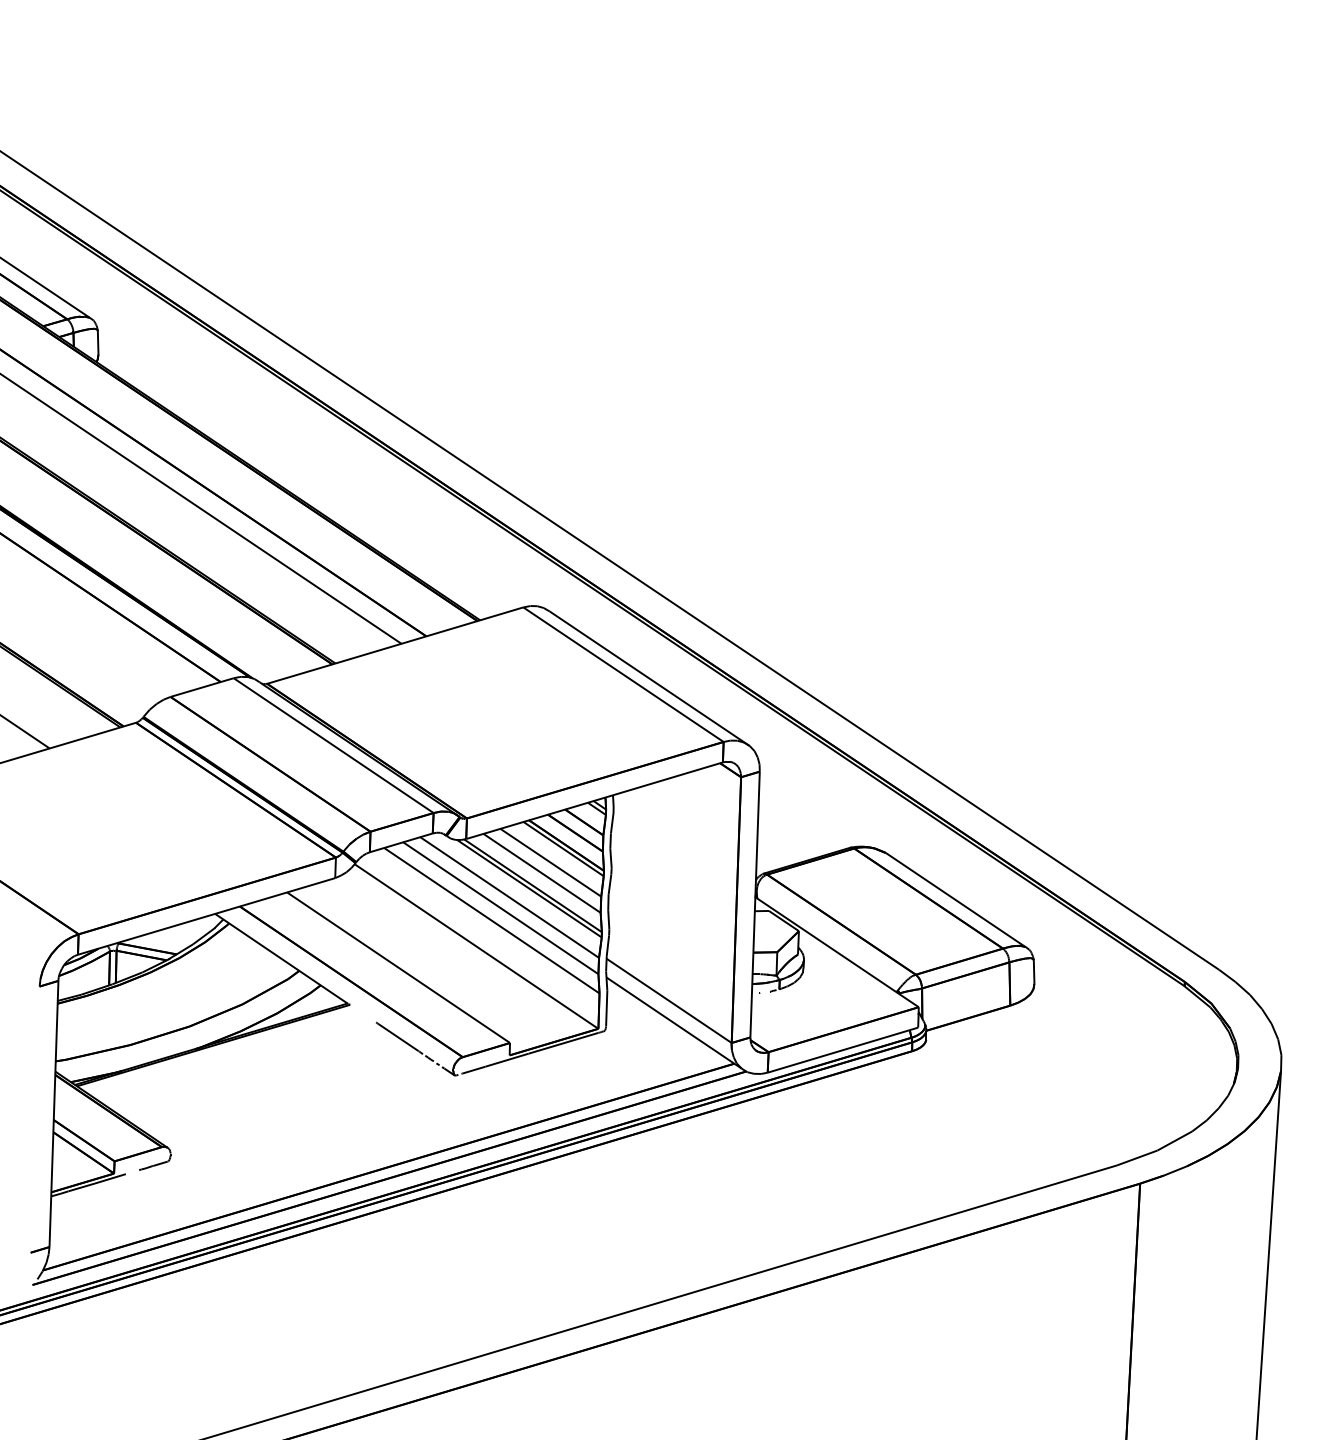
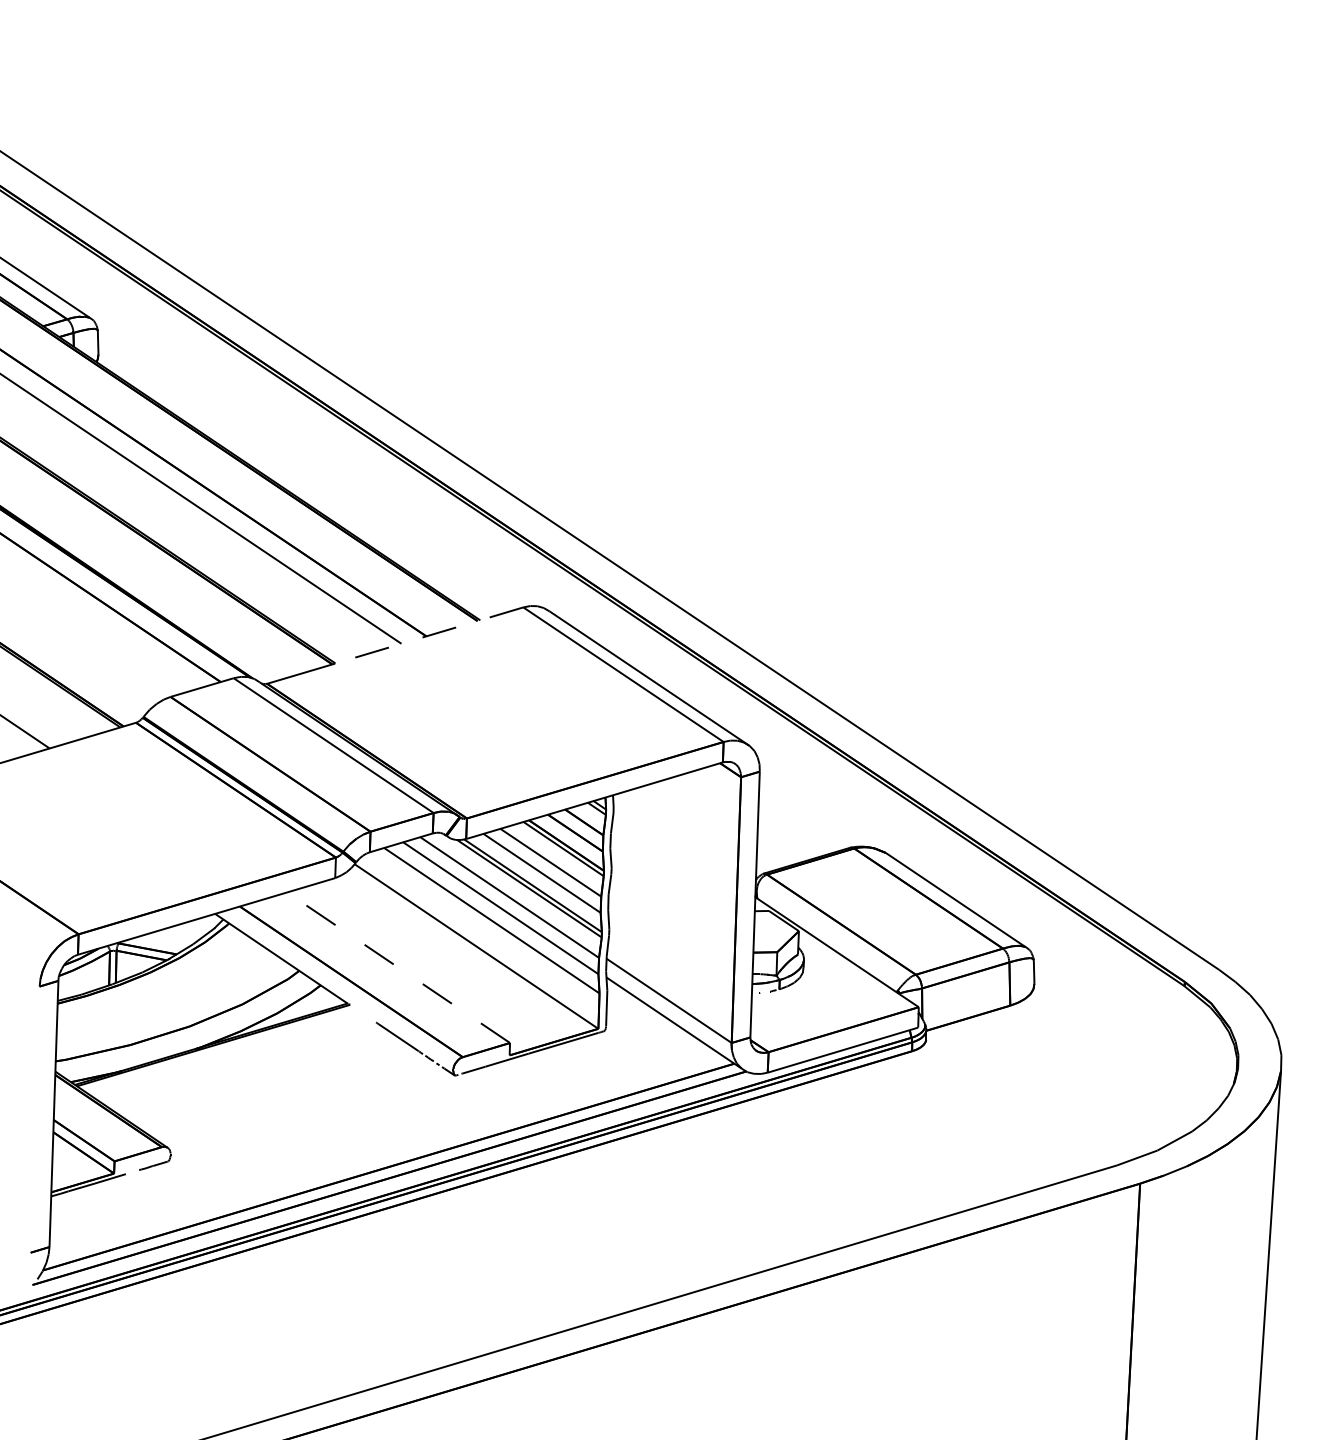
line at (428, 635): solid -> dashed
line at (398, 967): solid -> dashed
